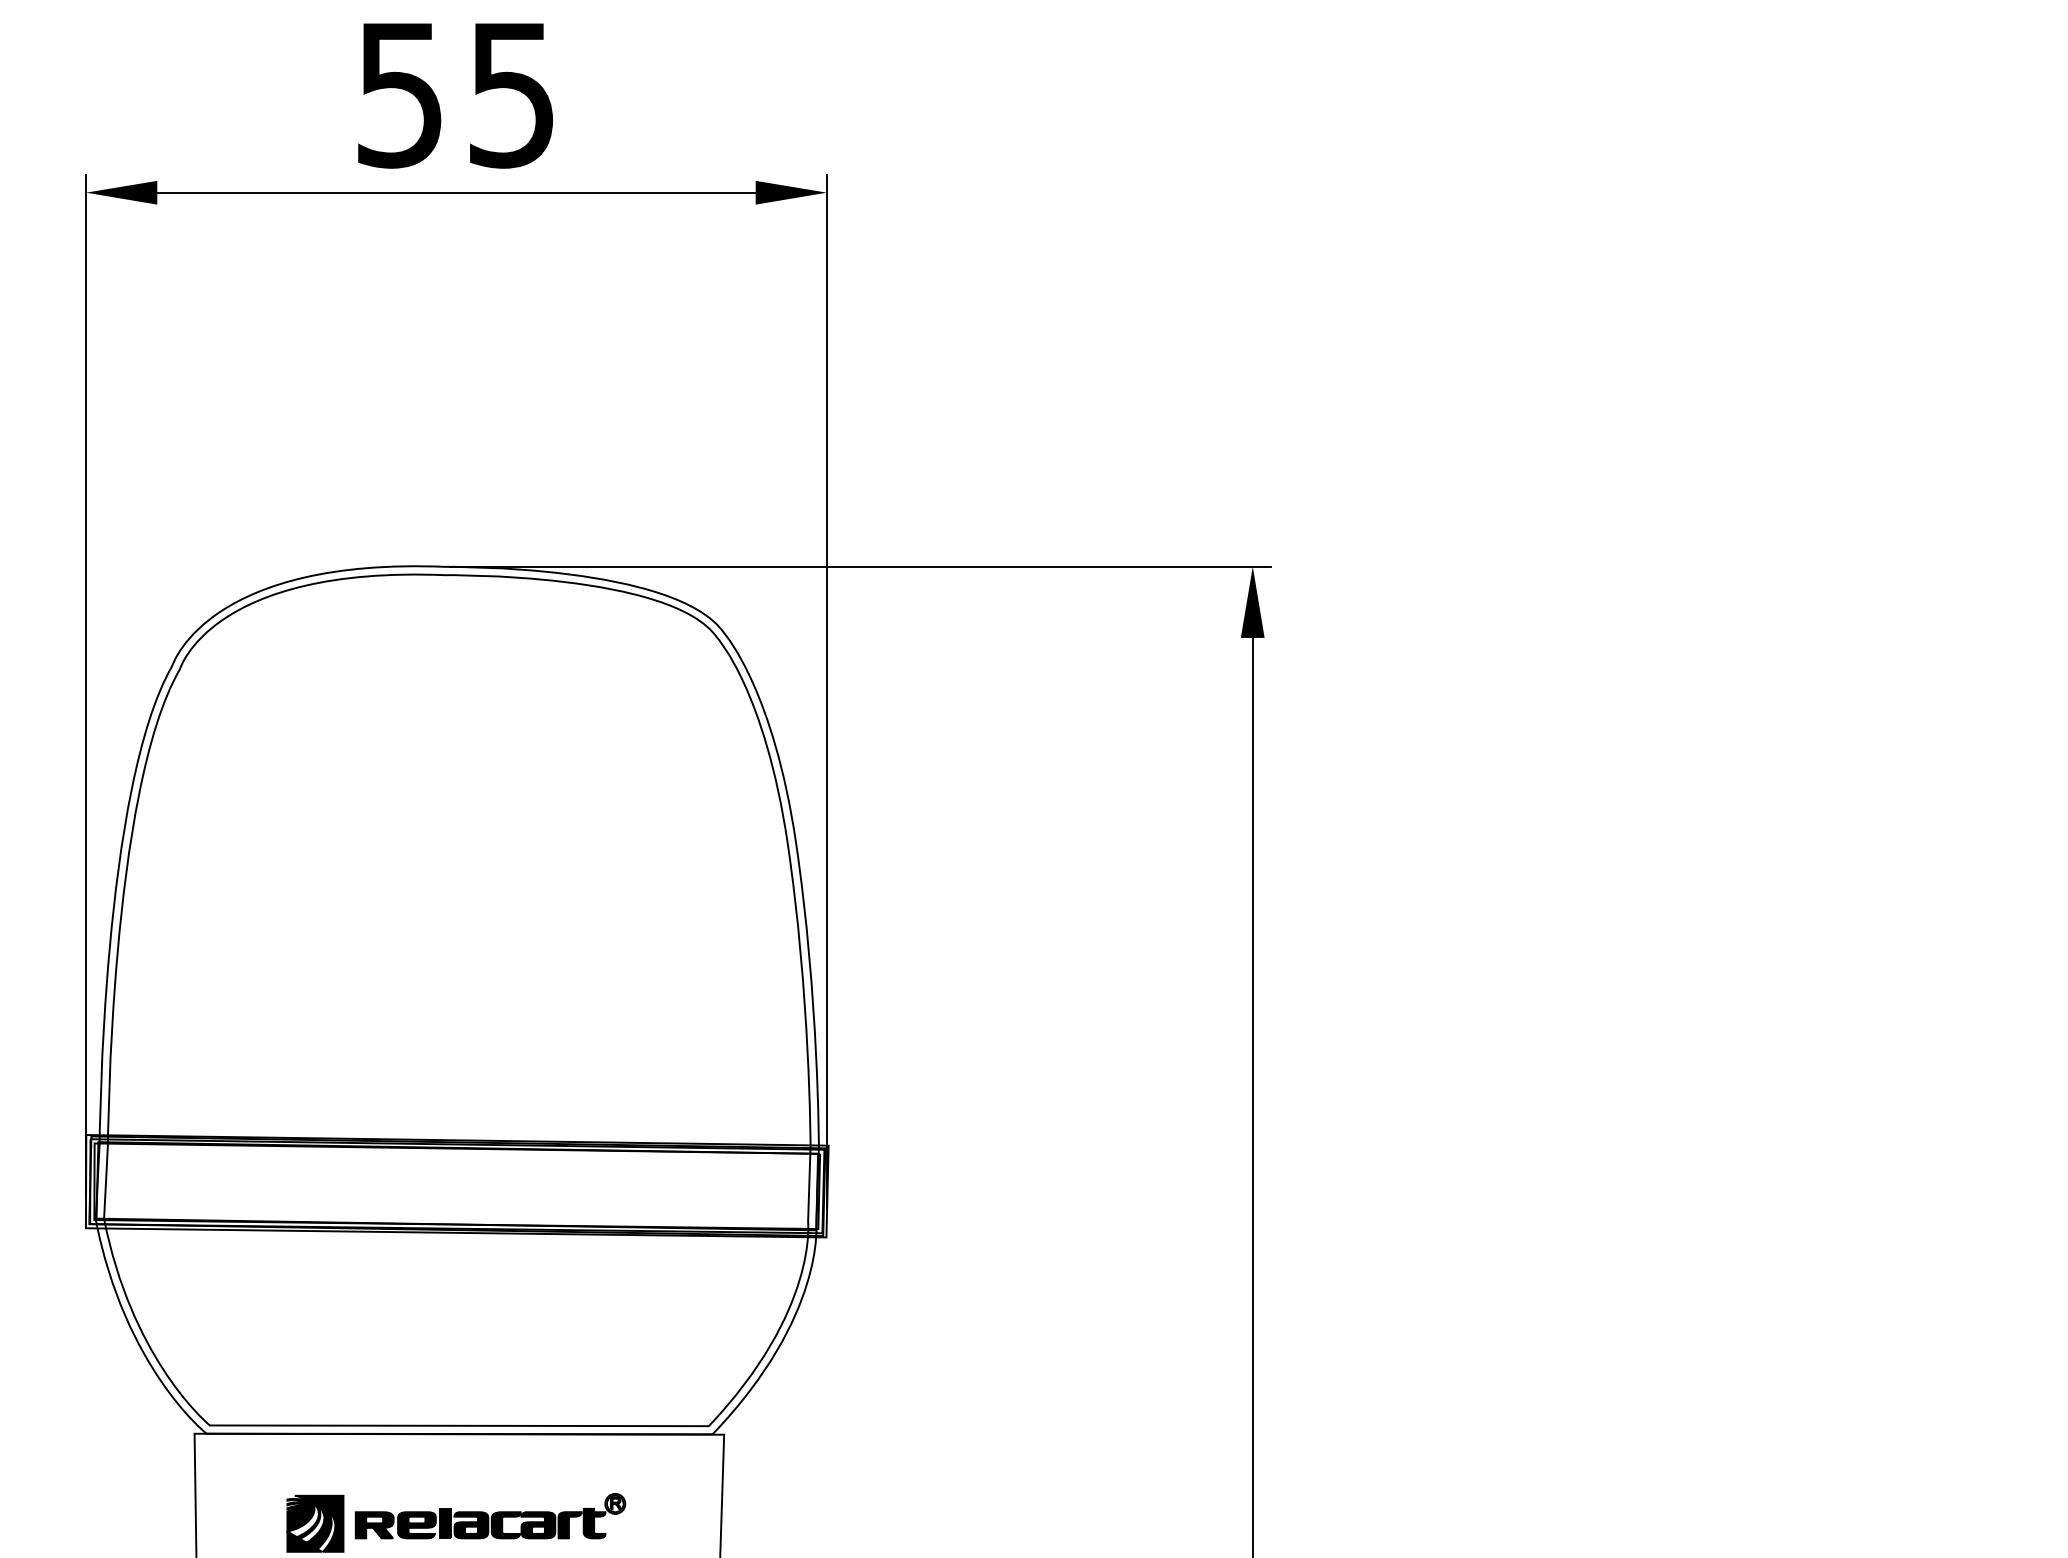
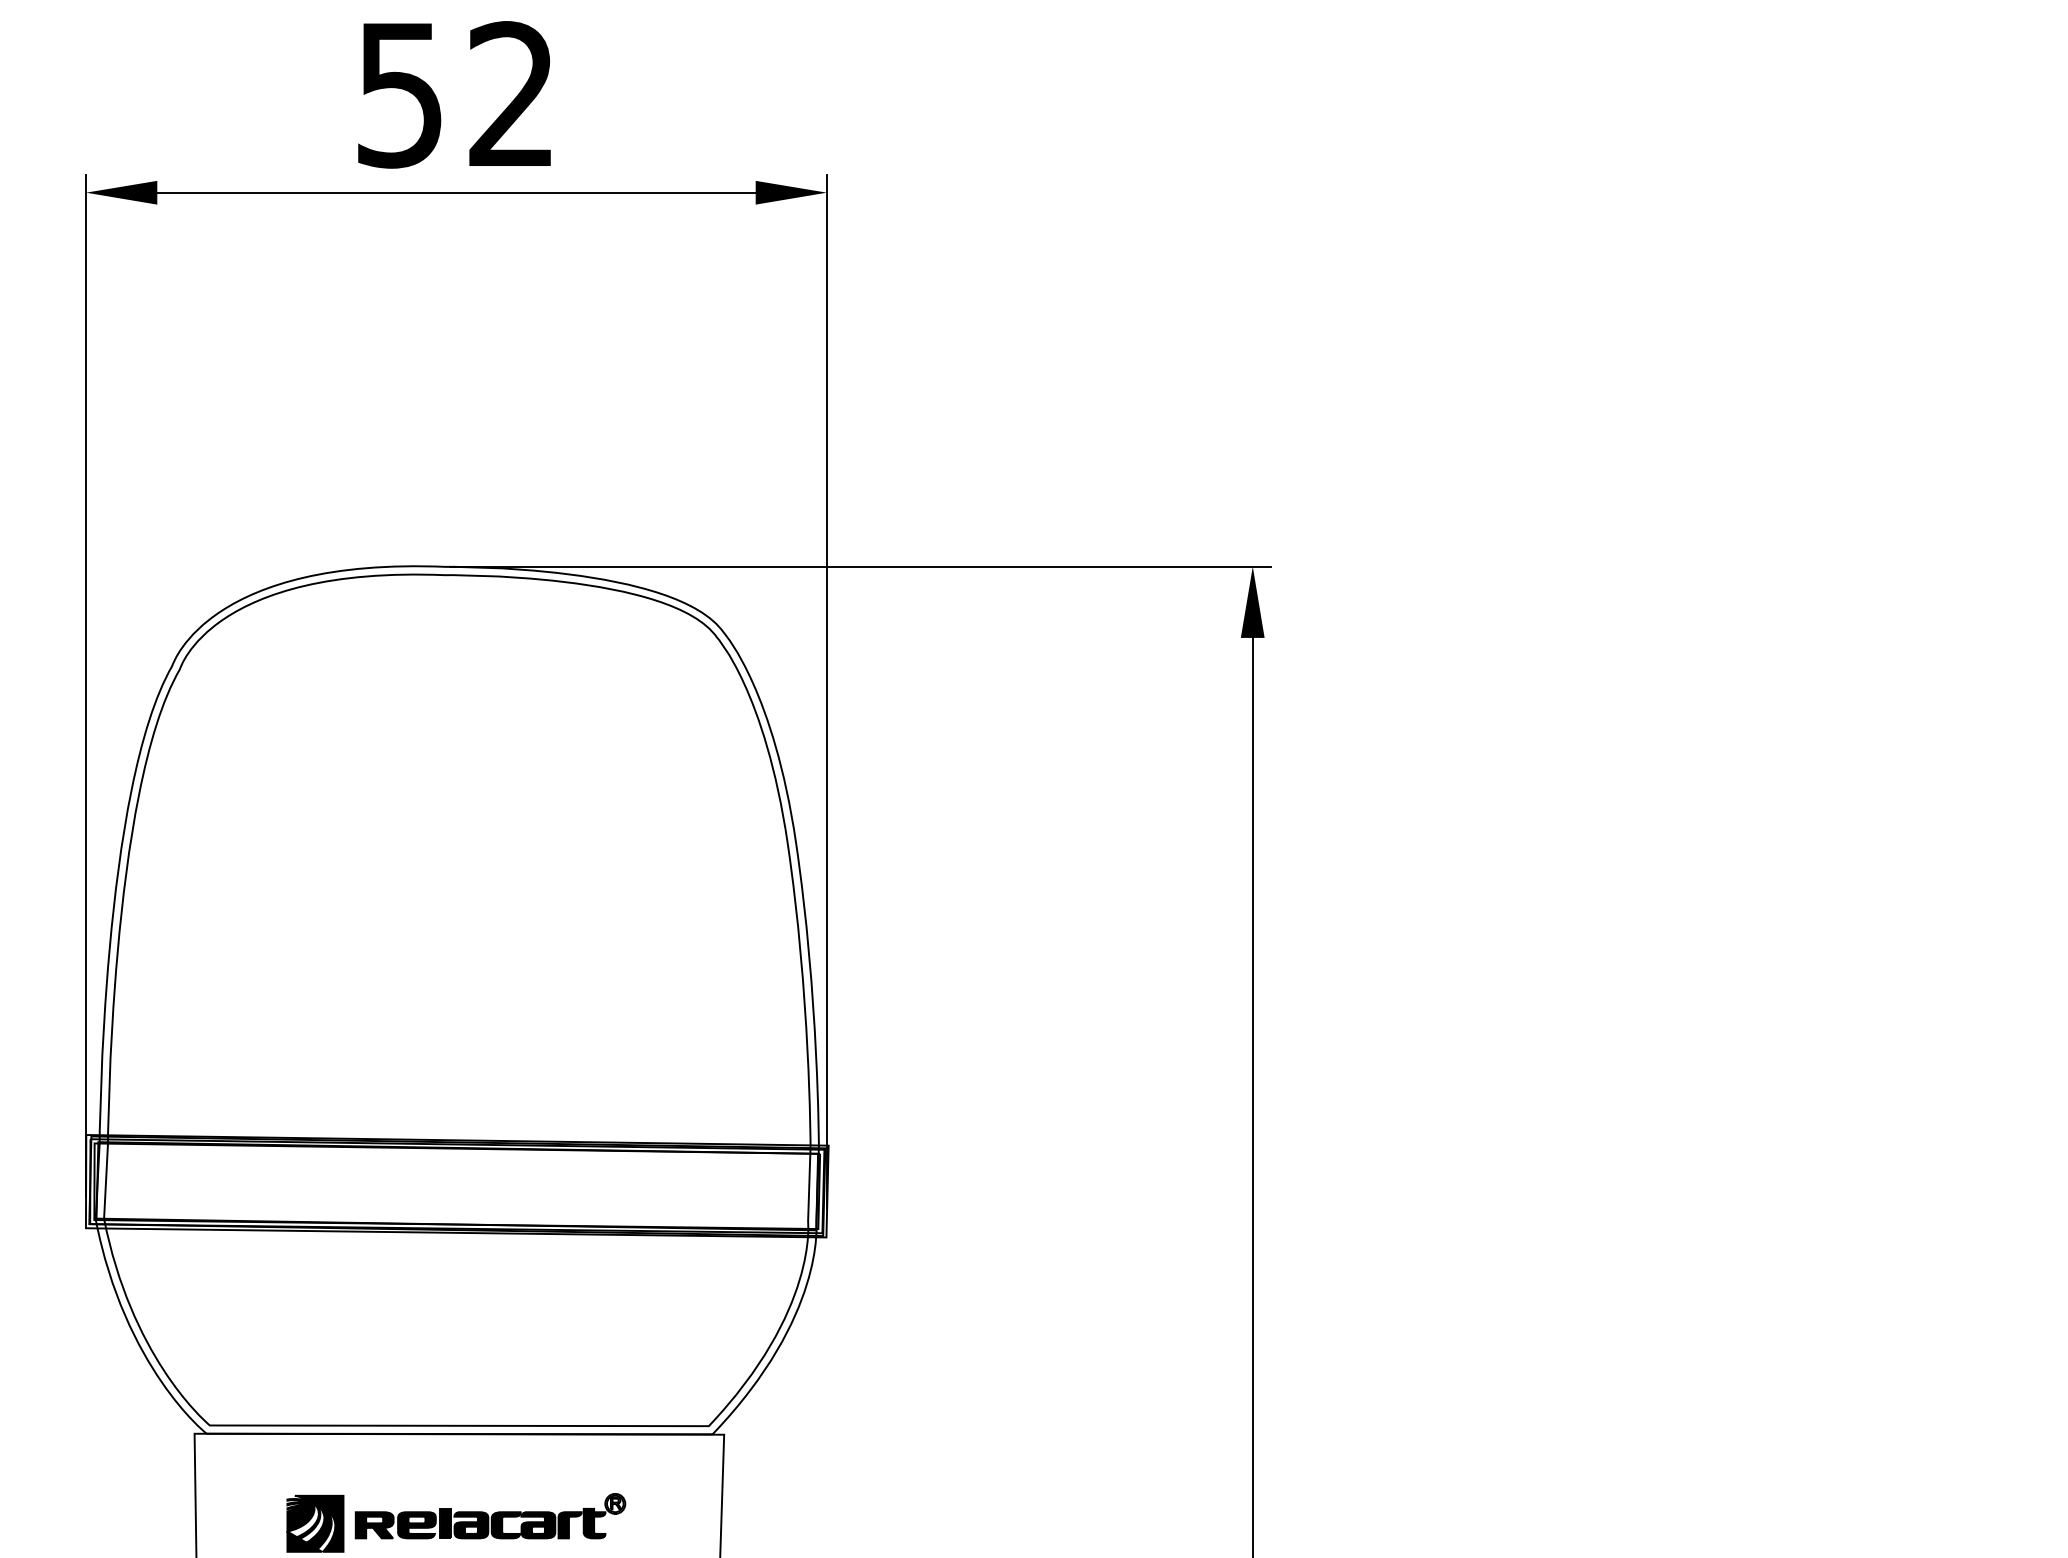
text at (510, 94): 55 -> 52
